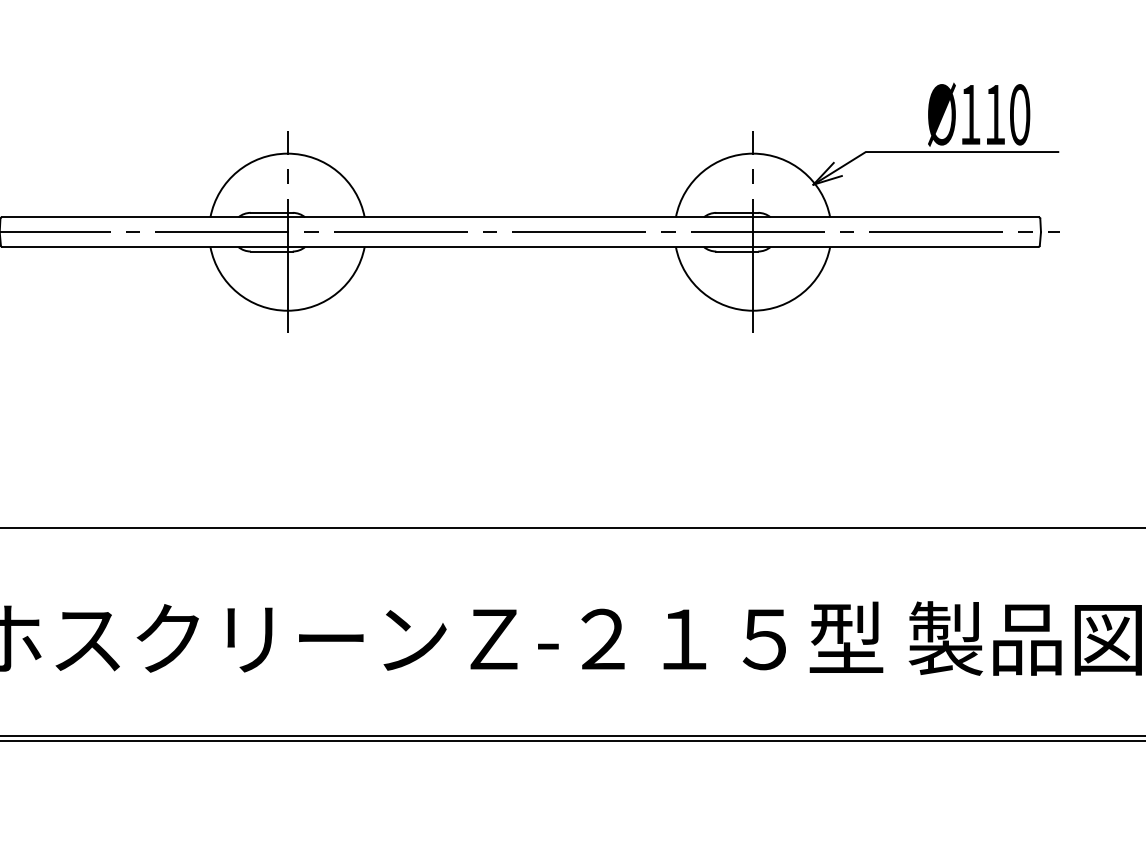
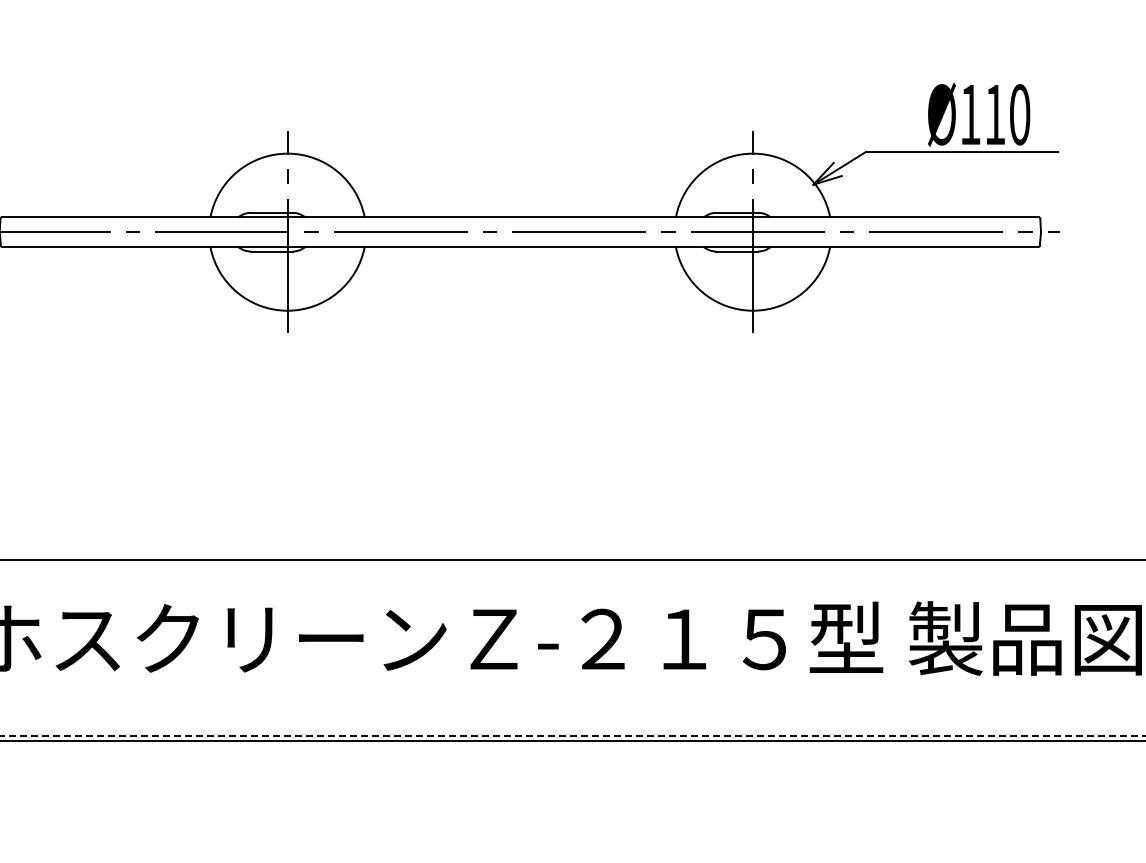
line at (572, 528) position: (572, 528) -> (572, 560)
line at (573, 736): solid -> dashed
